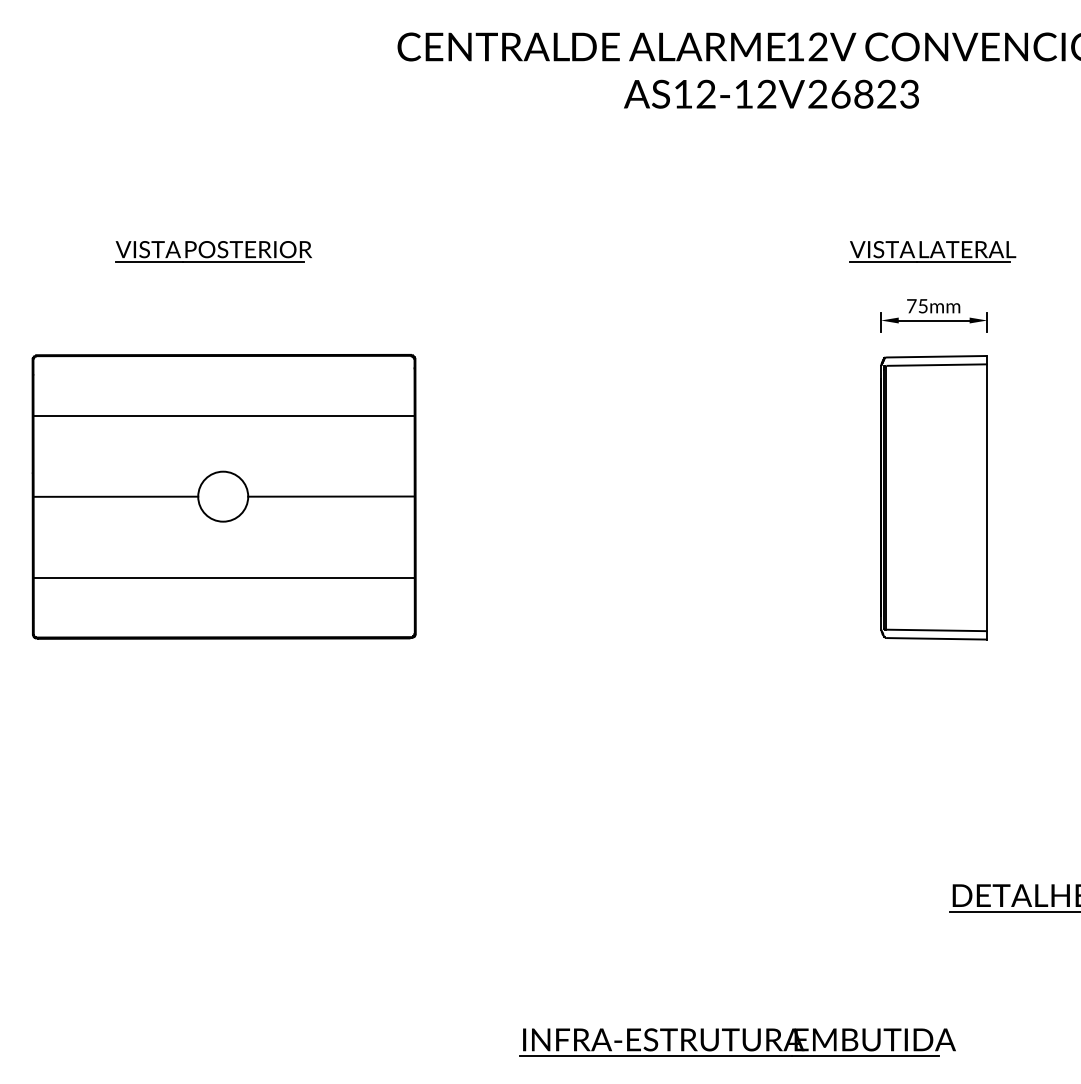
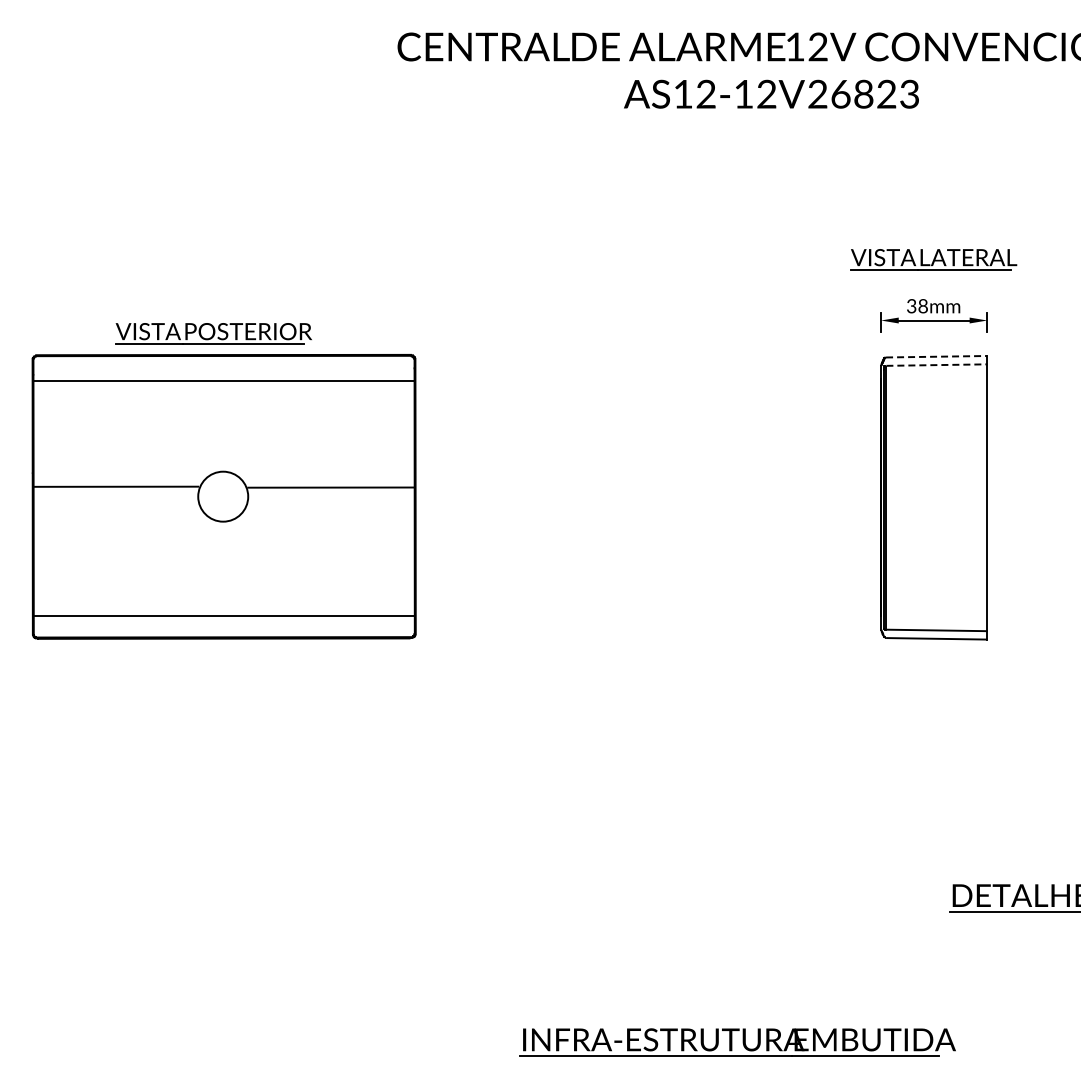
part at (213, 251) position: (213, 251) -> (213, 333)
part at (932, 251) position: (932, 251) -> (933, 259)
text at (917, 306): 75mm -> 38mm
line at (936, 356): solid -> dashed
line at (937, 365): solid -> dashed
line at (223, 415) position: (223, 415) -> (223, 380)
line at (115, 496) position: (115, 496) -> (115, 486)
line at (331, 496) position: (331, 496) -> (331, 487)
line at (223, 577) position: (223, 577) -> (223, 615)
